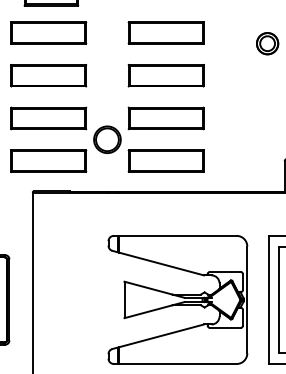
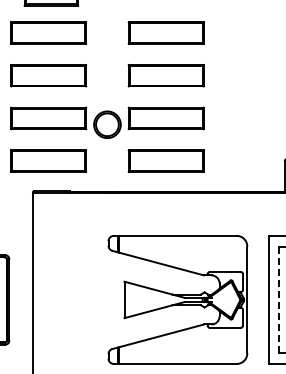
part at (267, 43): present -> none
part at (107, 139) position: (107, 139) -> (107, 124)
line at (279, 300): solid -> dashed
